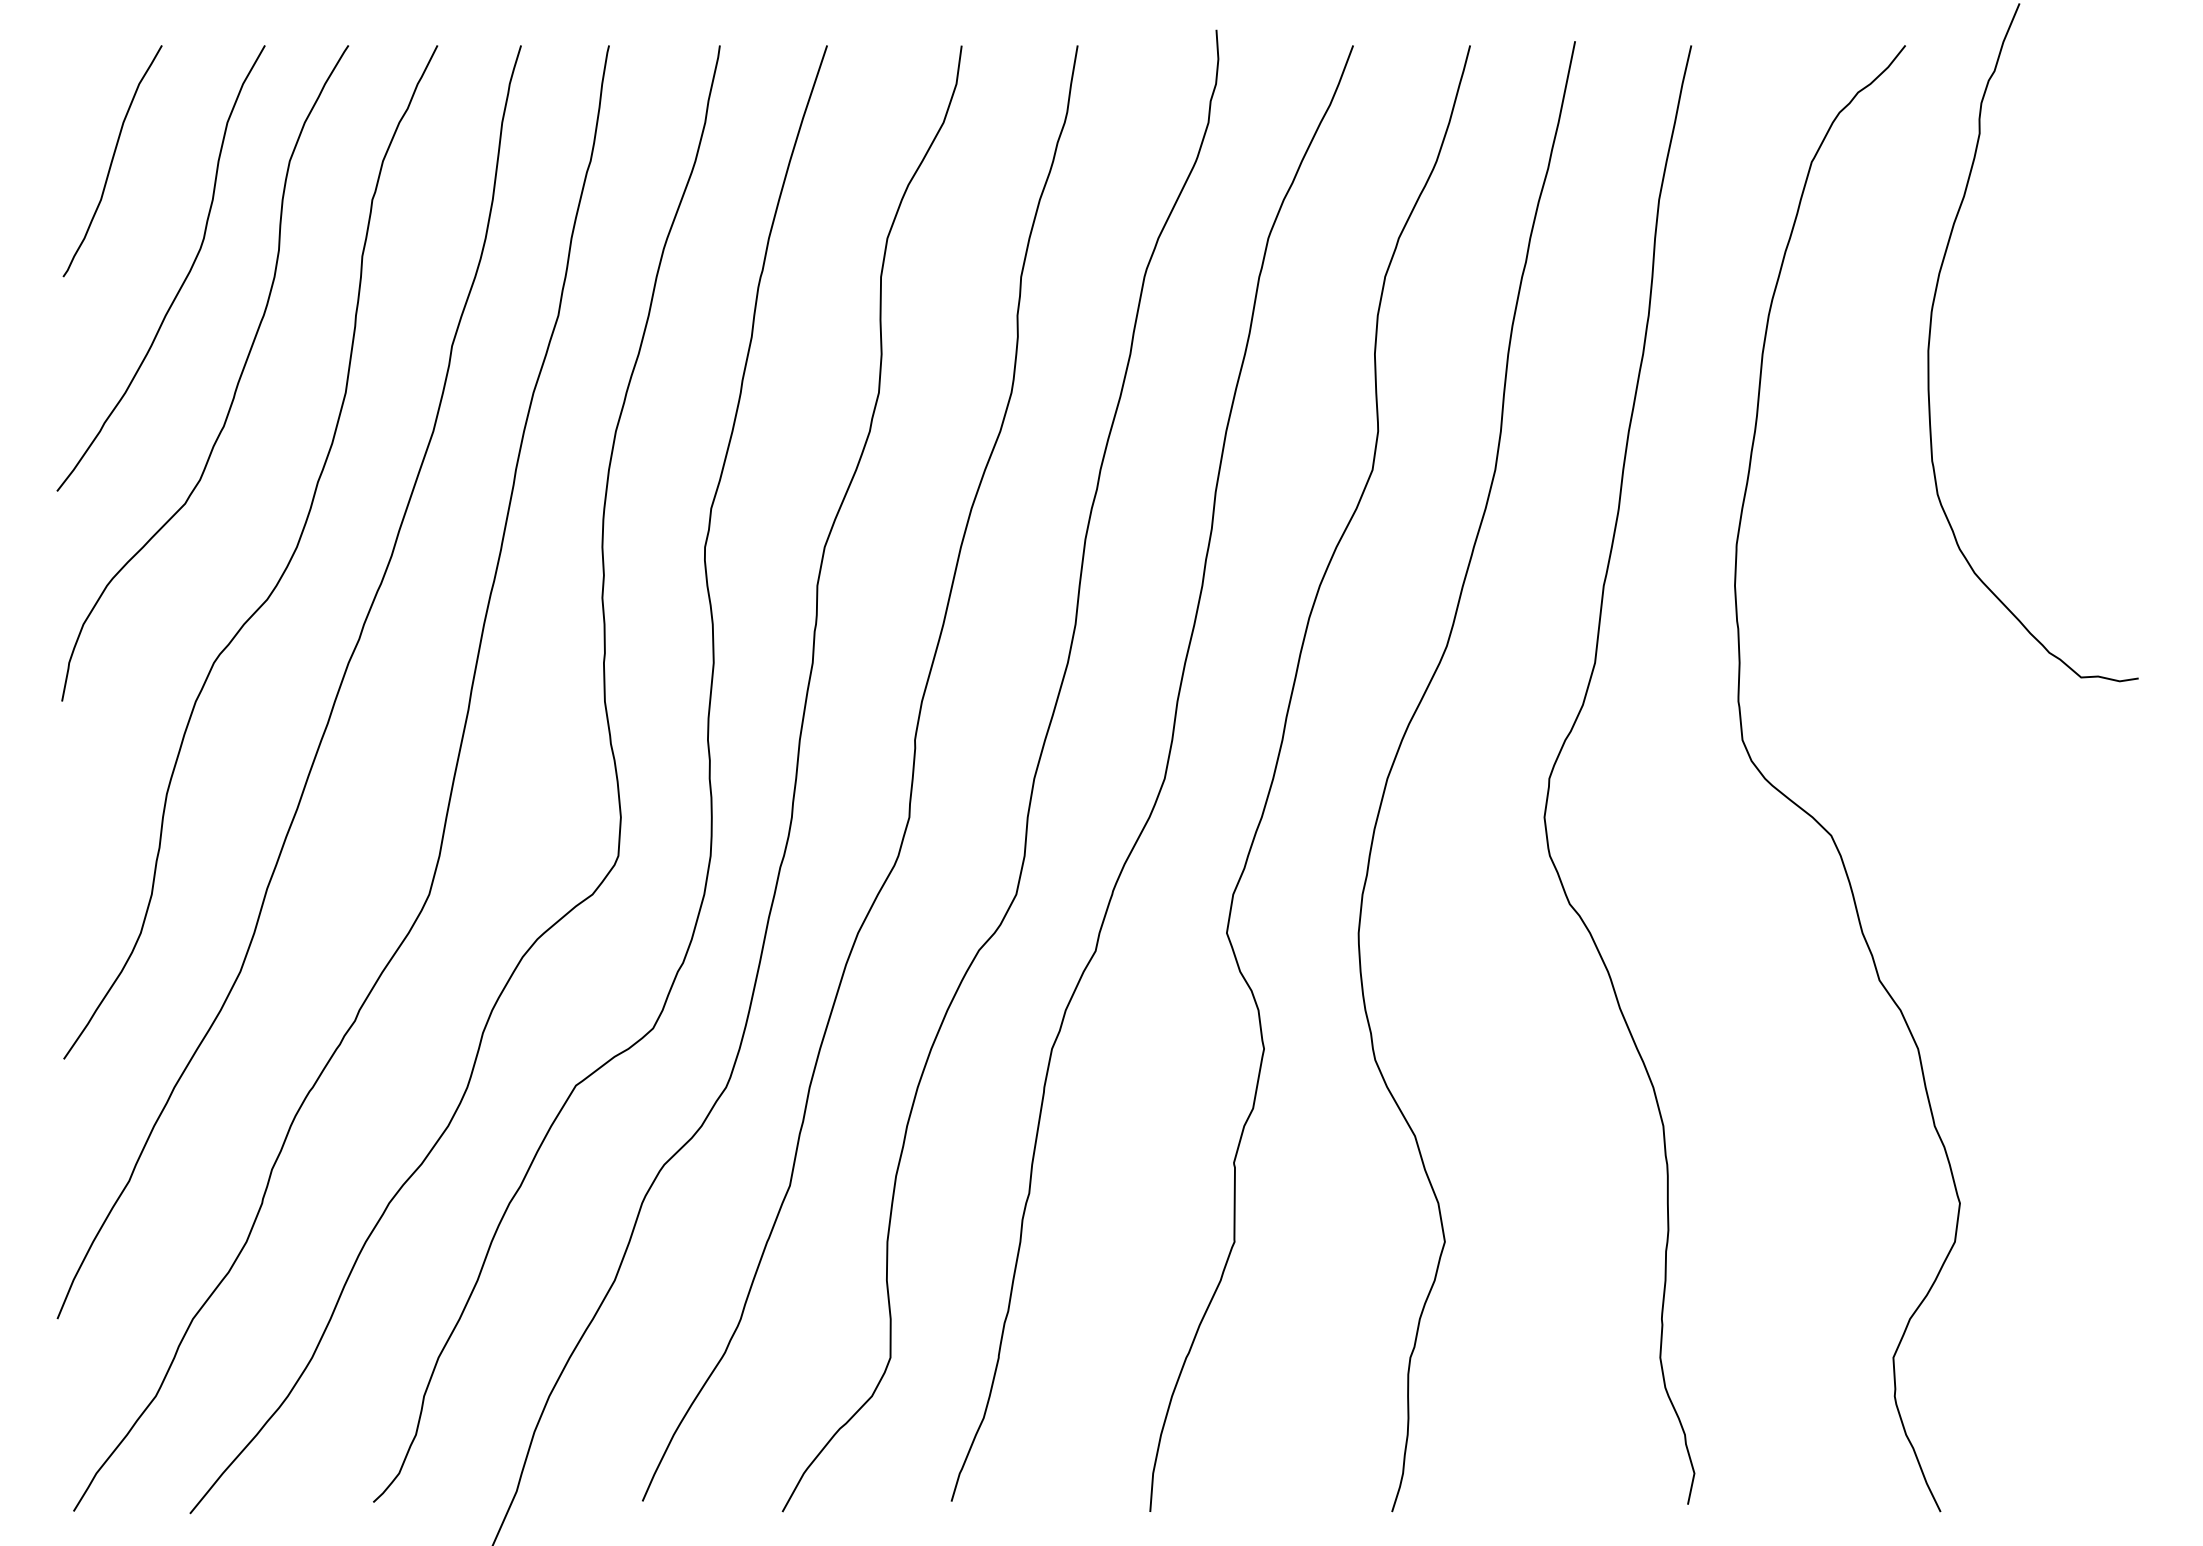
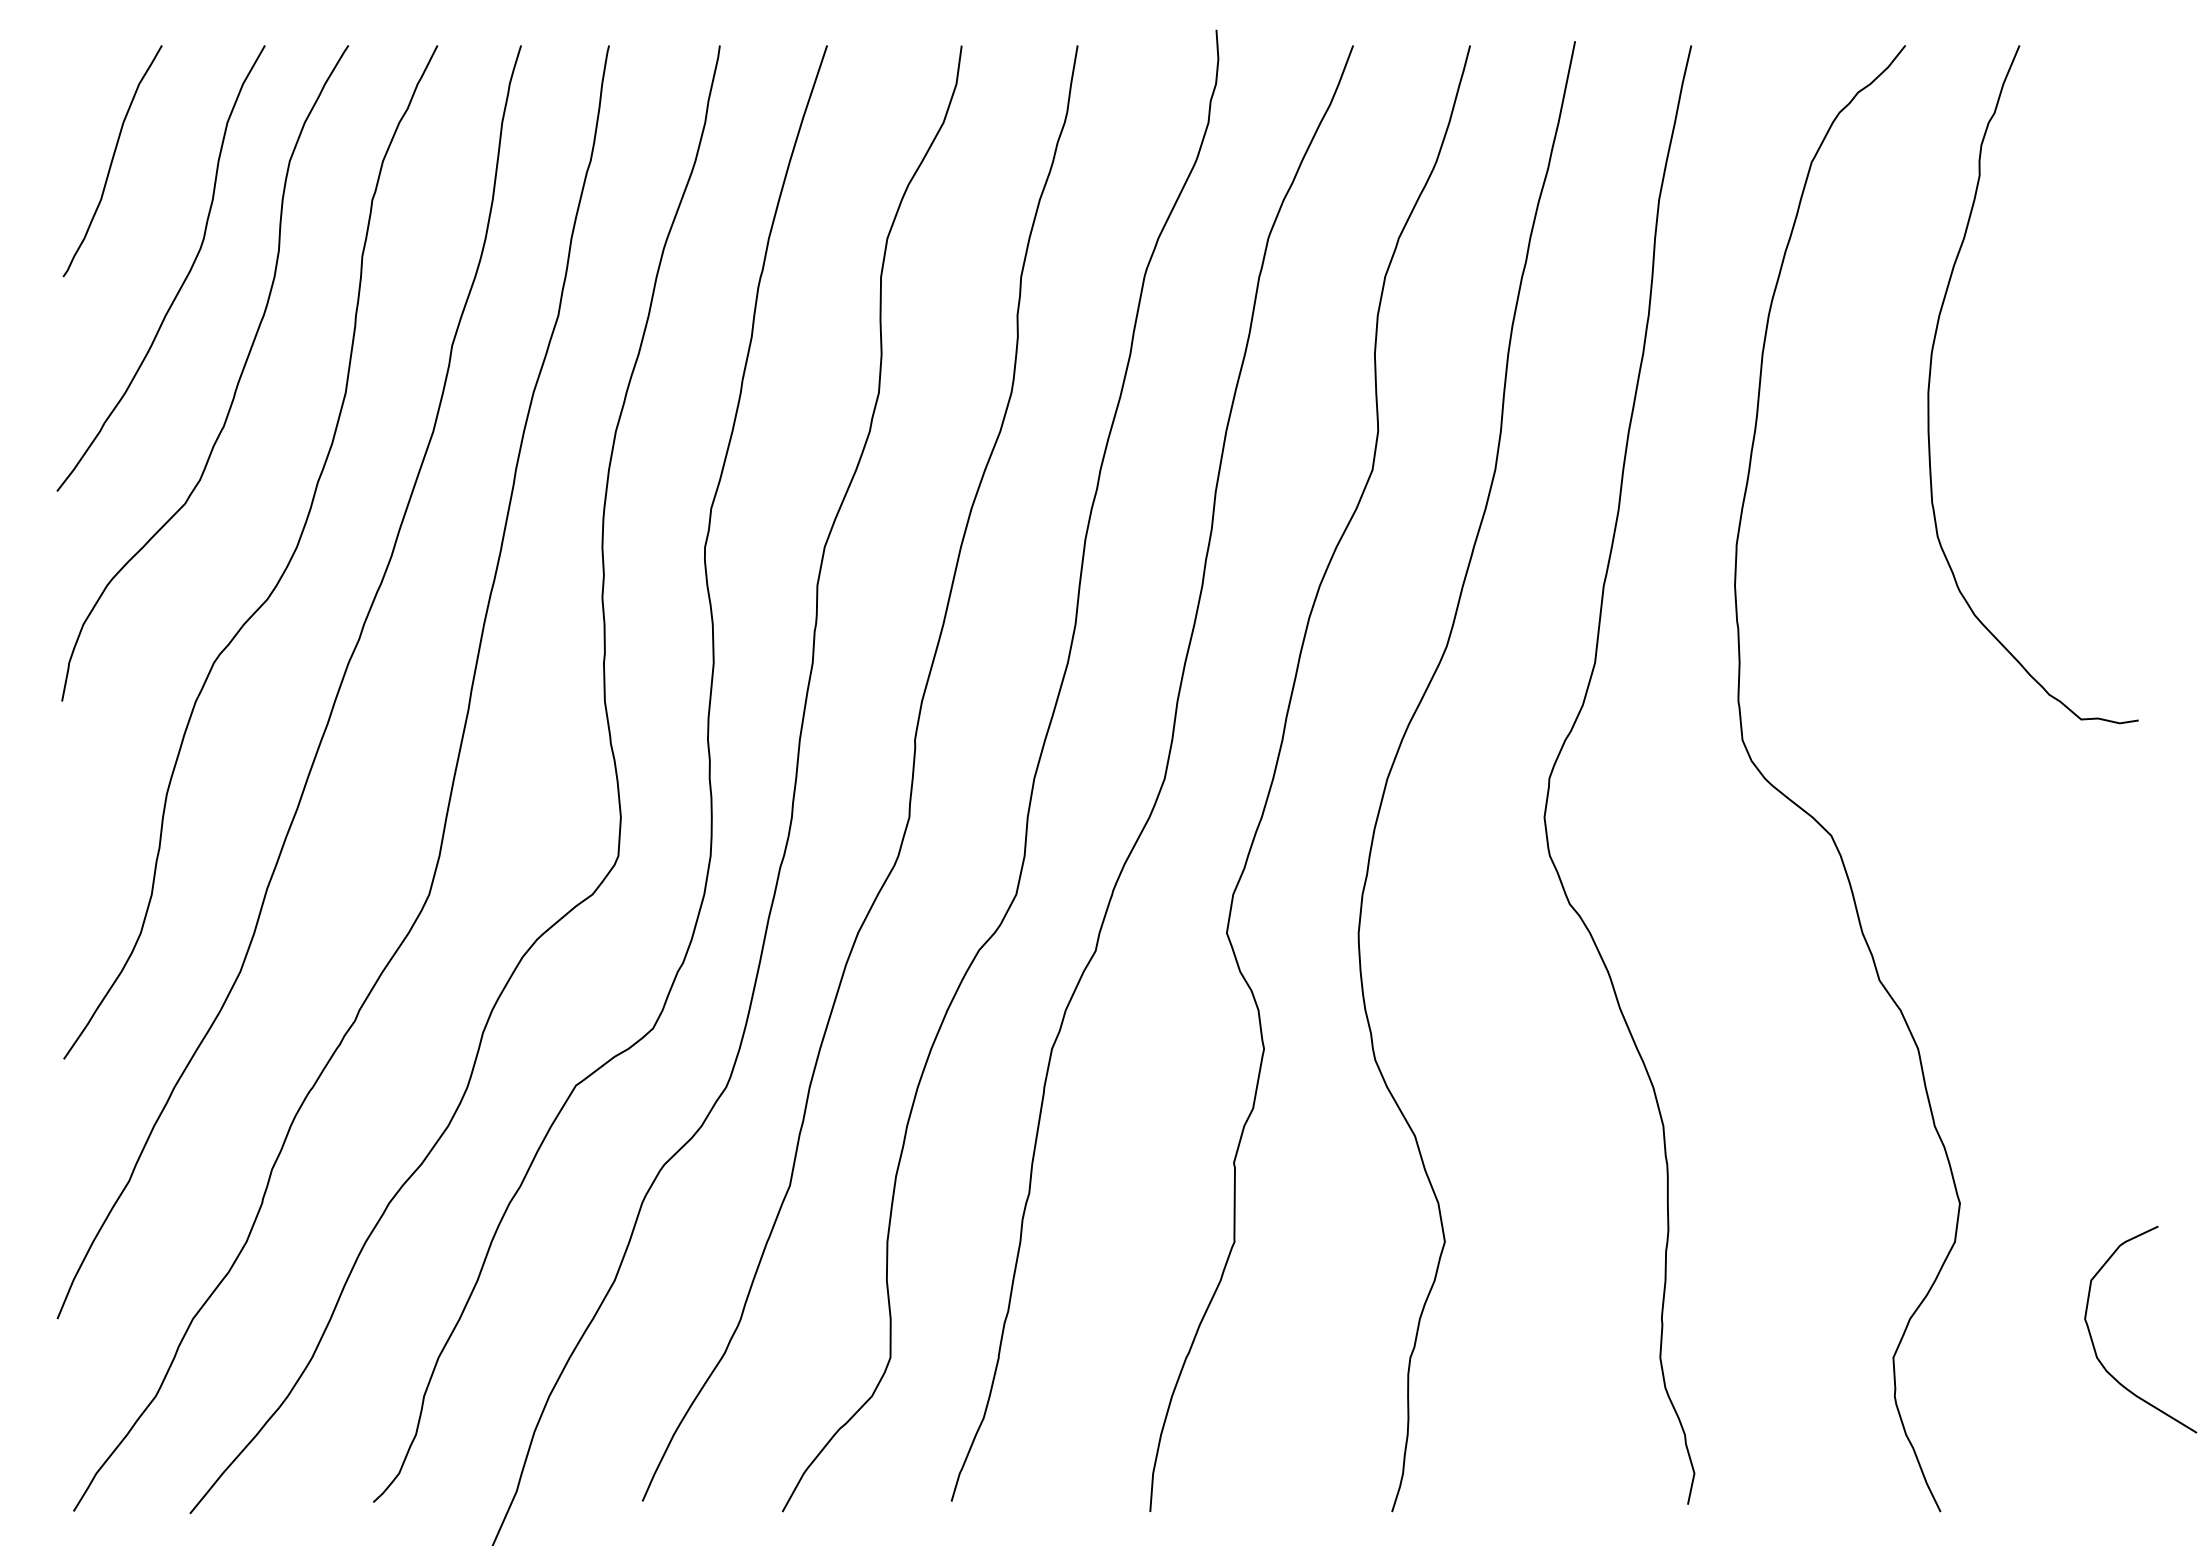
curve at (1931, 329) position: (1931, 329) -> (1931, 371)
curve at (2093, 1341): none -> present
